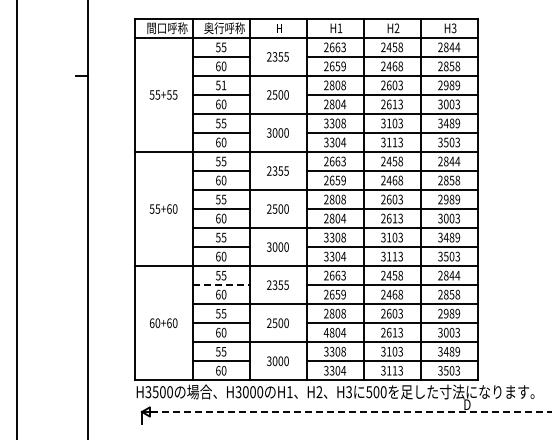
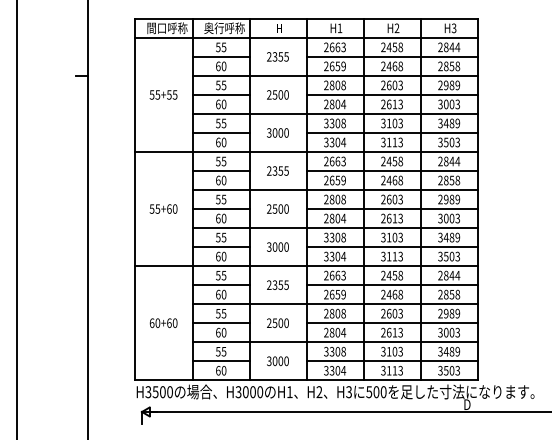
text at (223, 85): 51 -> 55
line at (221, 285): dashed -> solid
text at (325, 332): 4804 -> 2804
line at (351, 411): dashed -> solid
